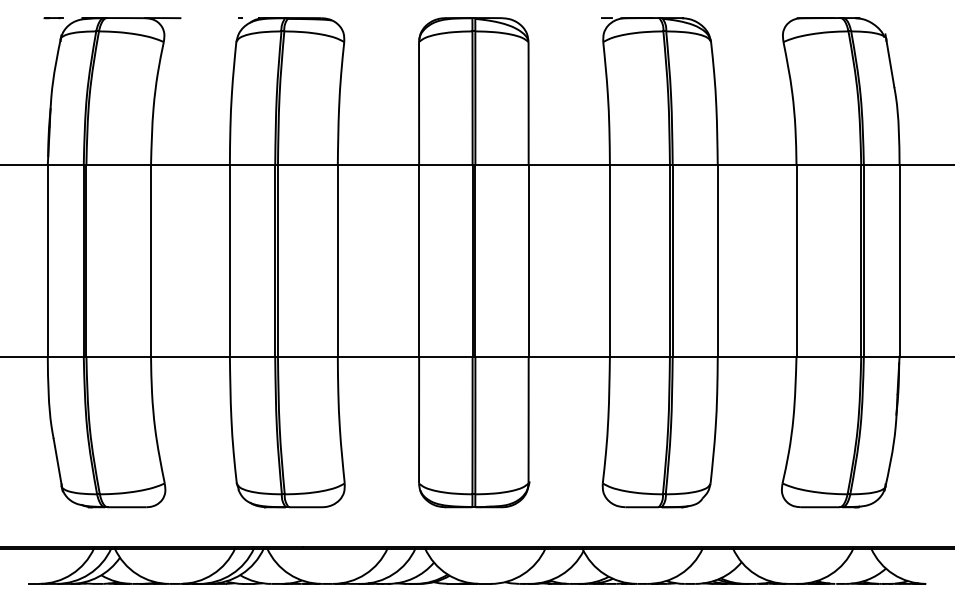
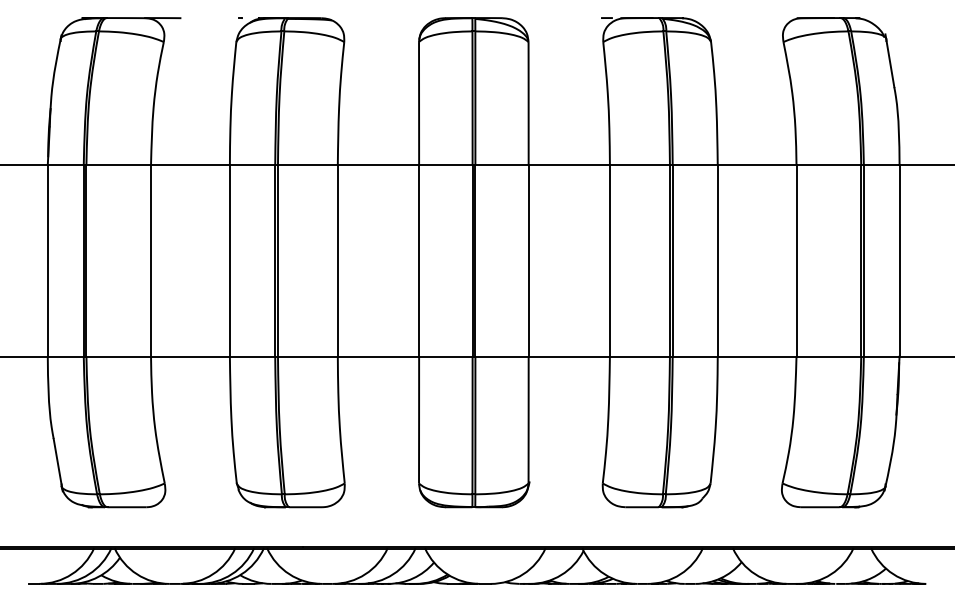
line at (53, 18): present -> none
